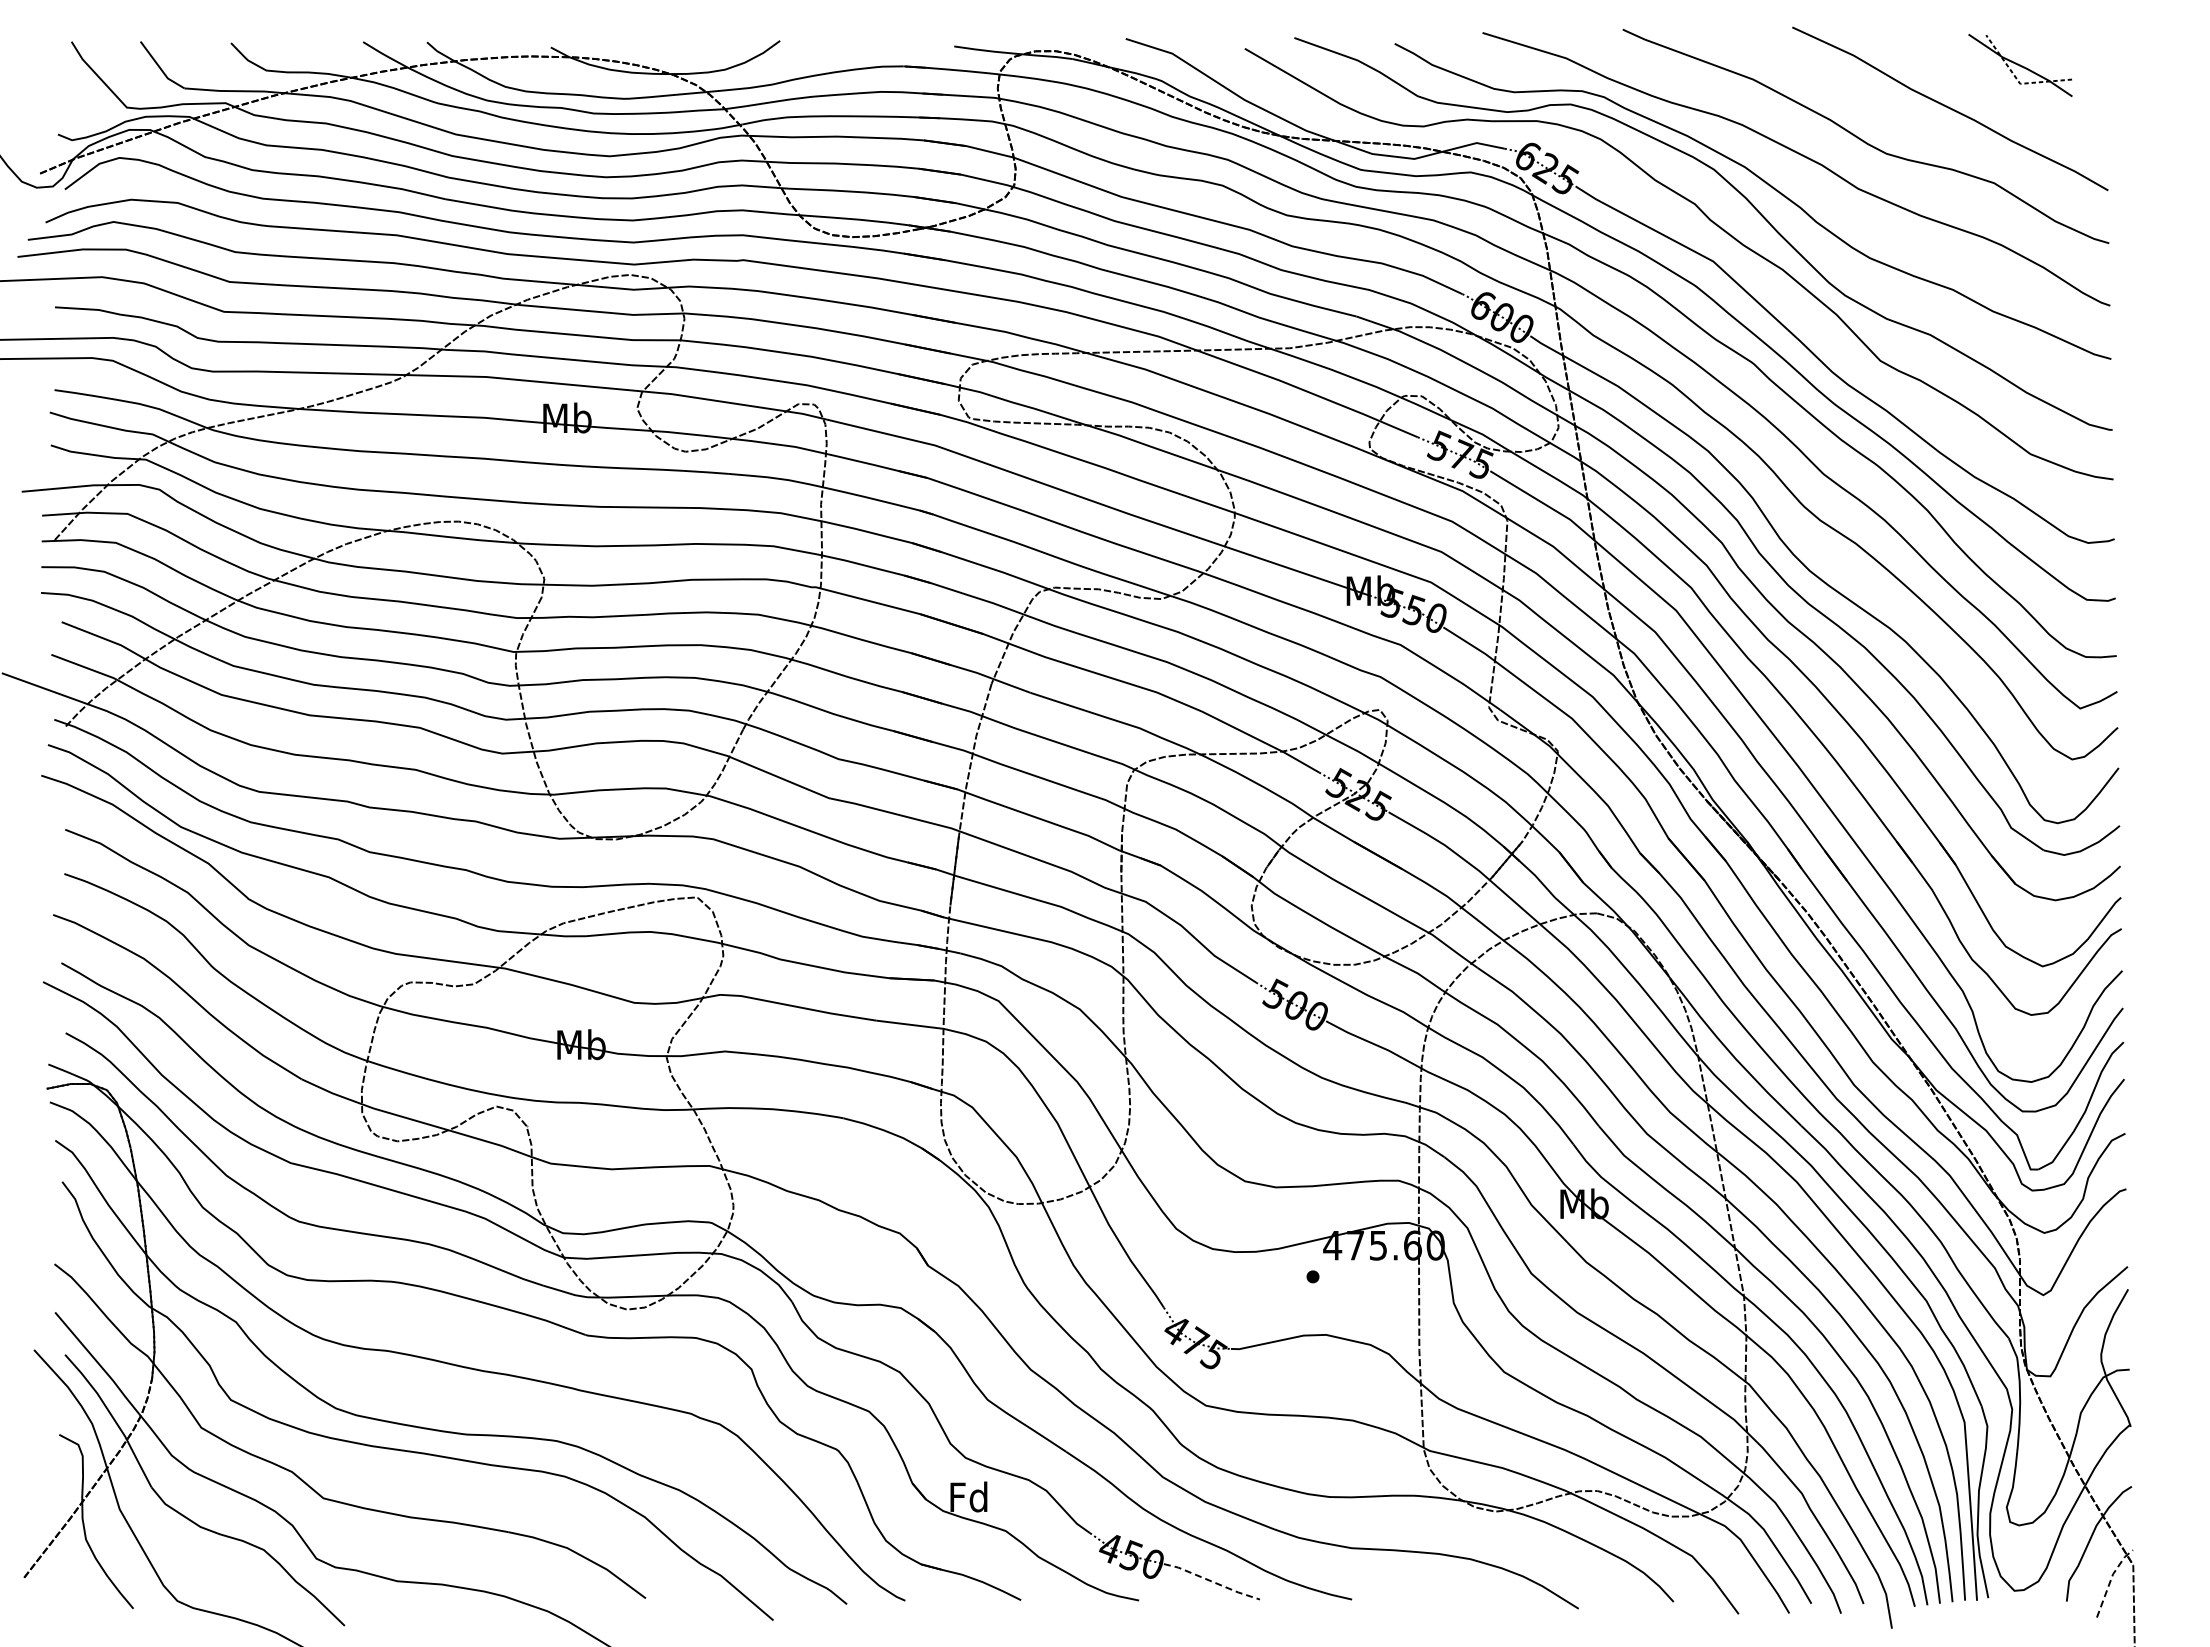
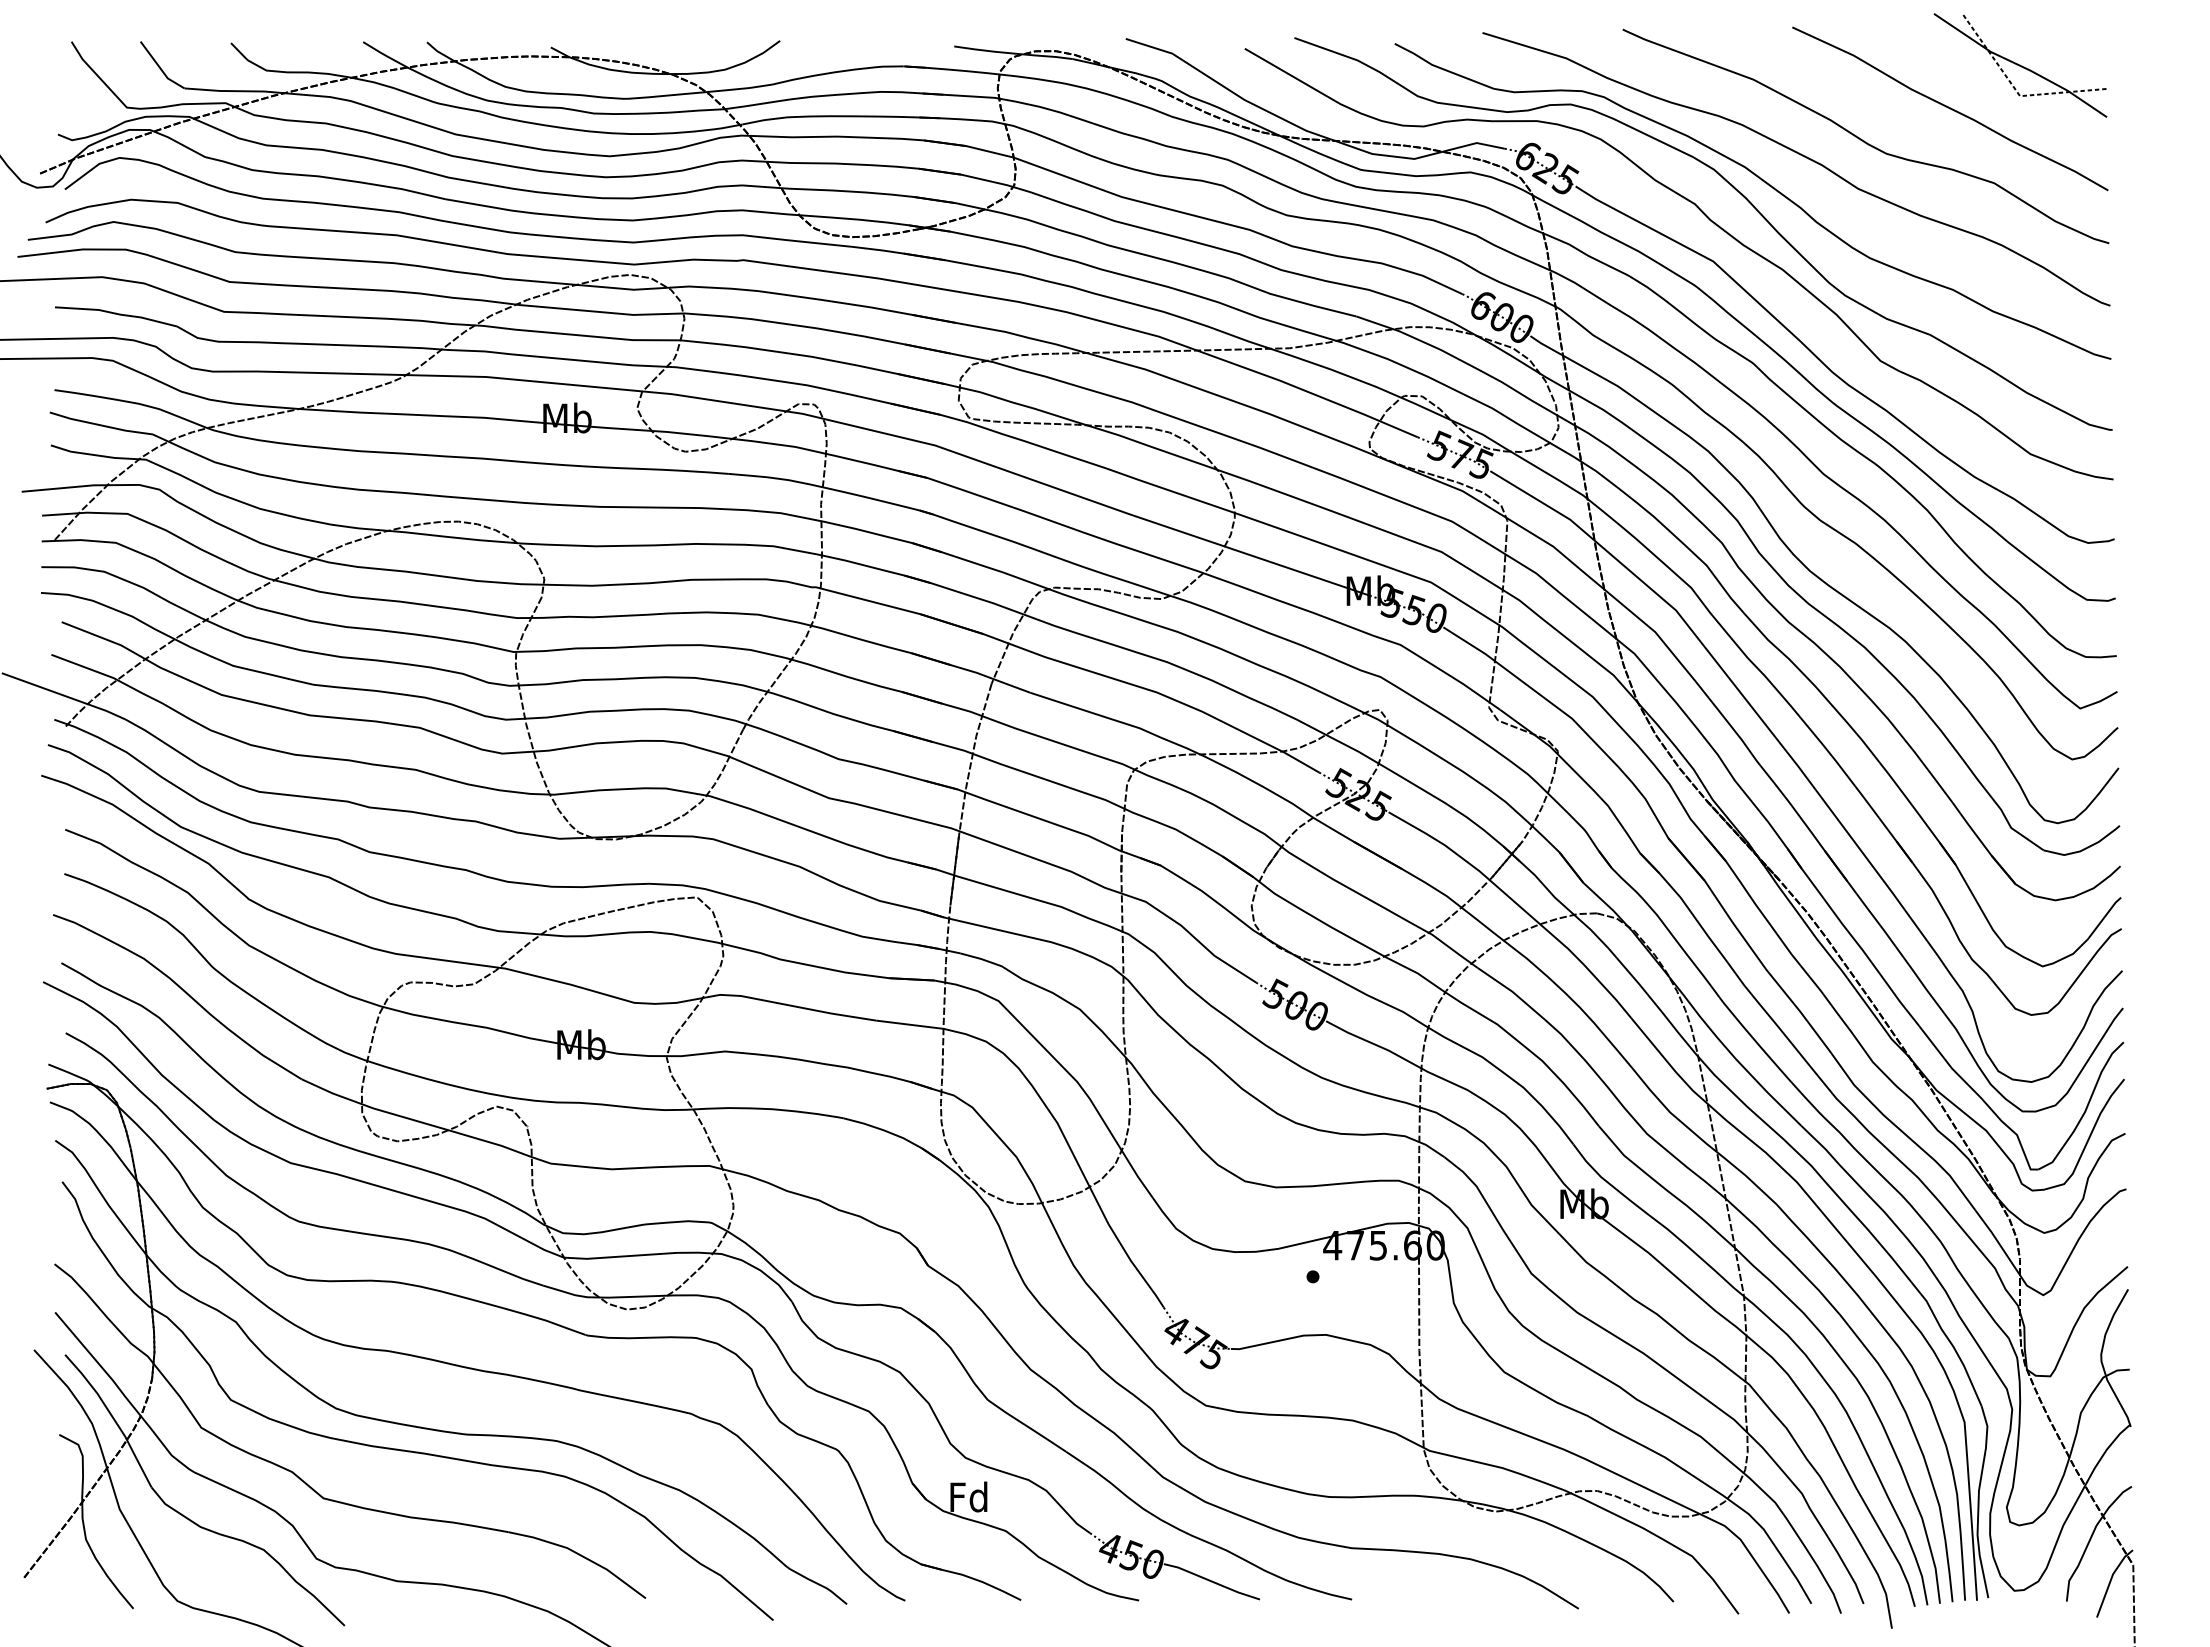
part at (2020, 65) size: 105x63 px -> 175x105 px
line at (2111, 1579): dashed -> solid
line at (1212, 1581): dashed -> solid
